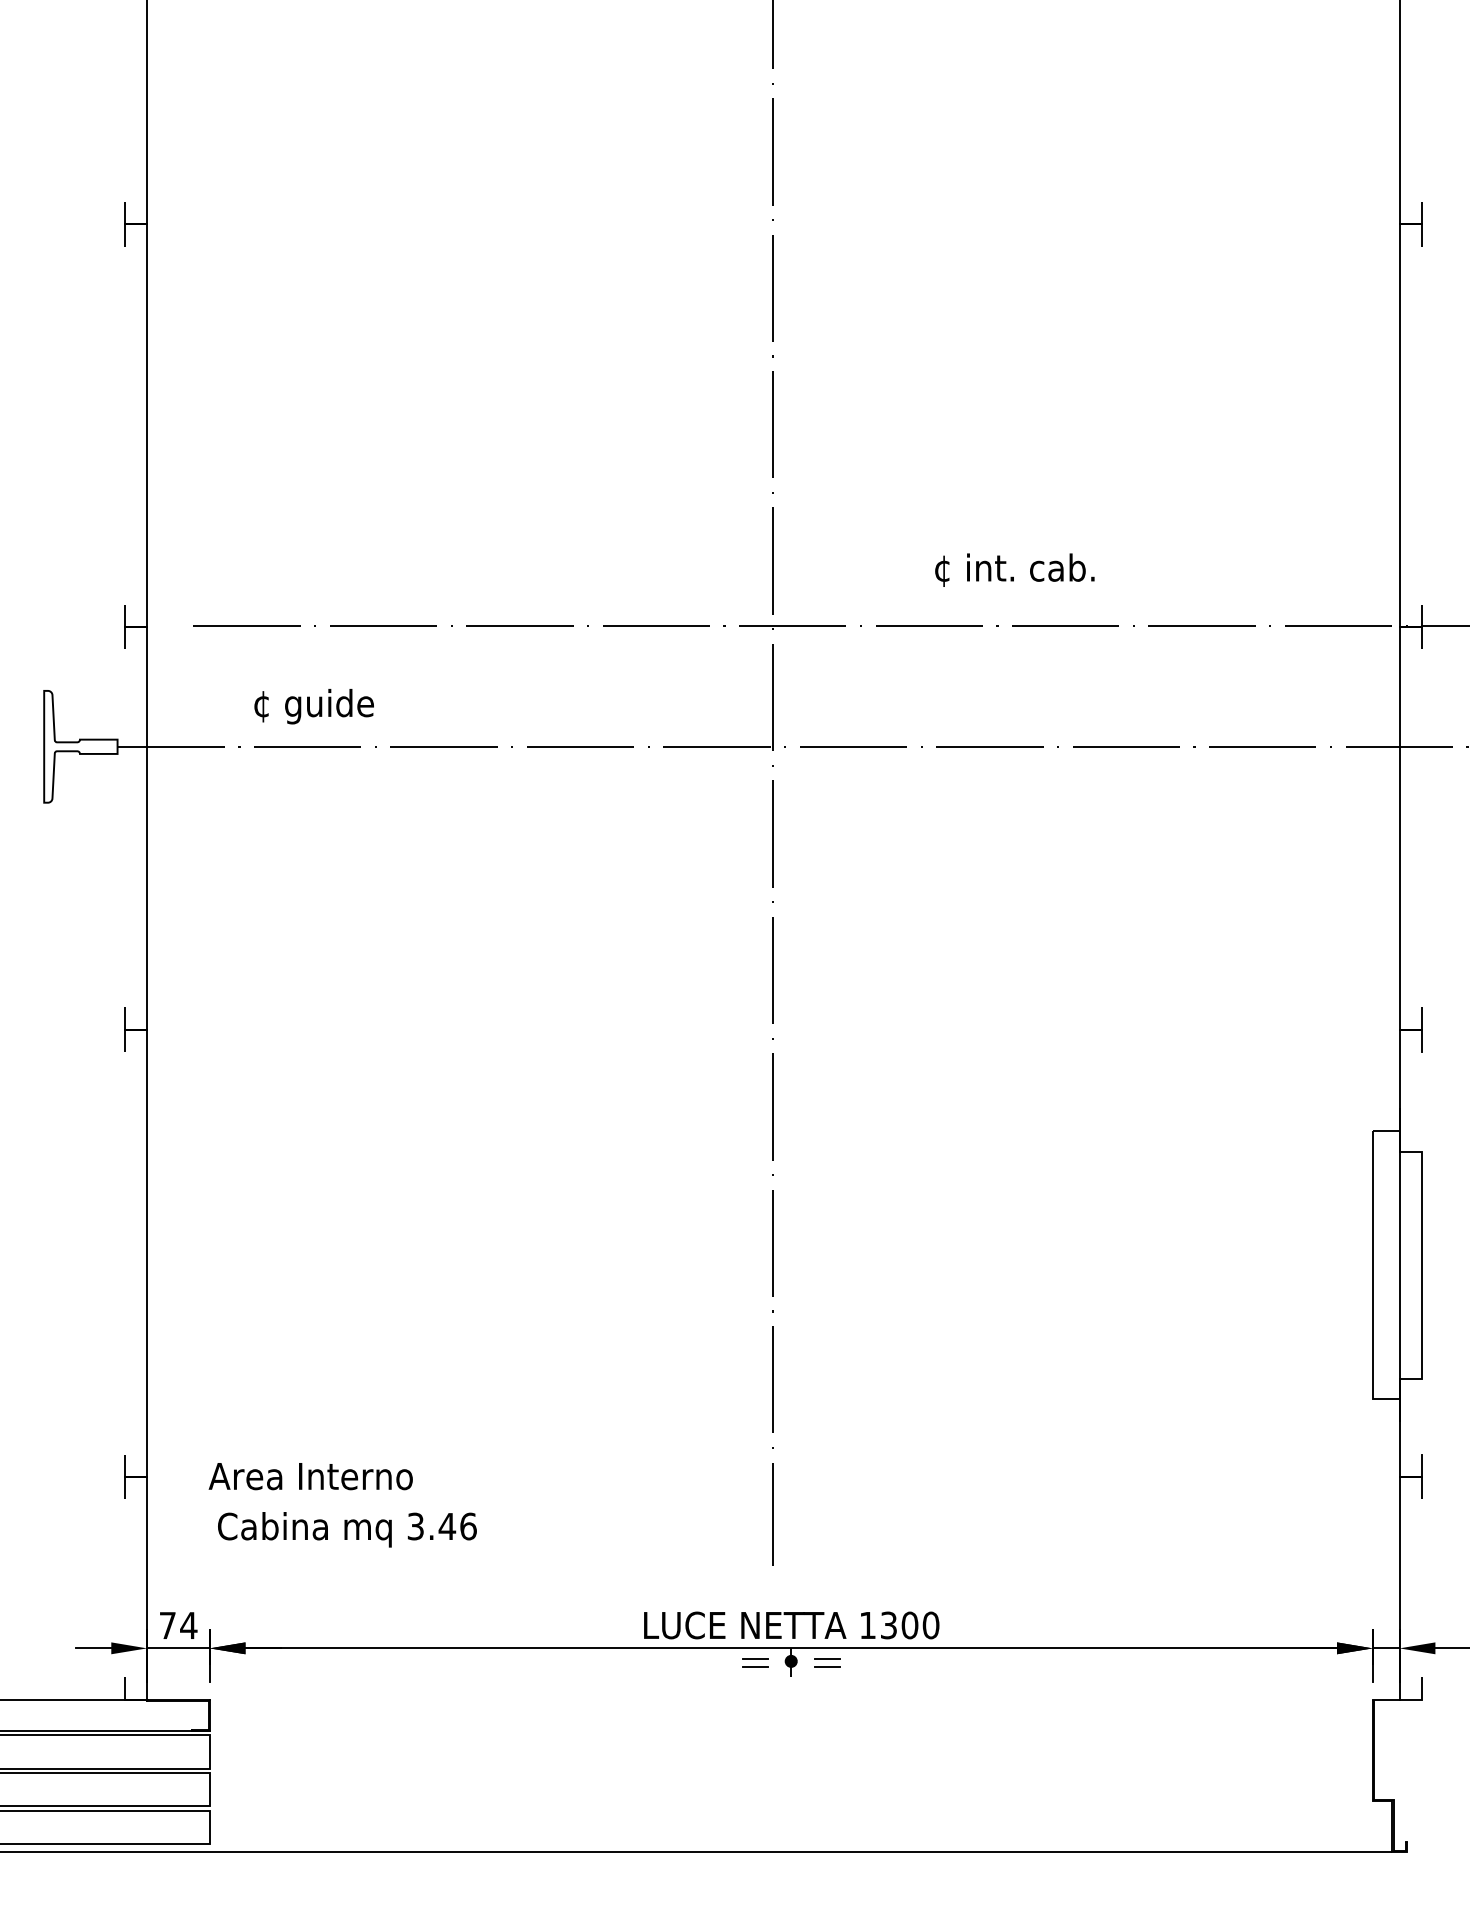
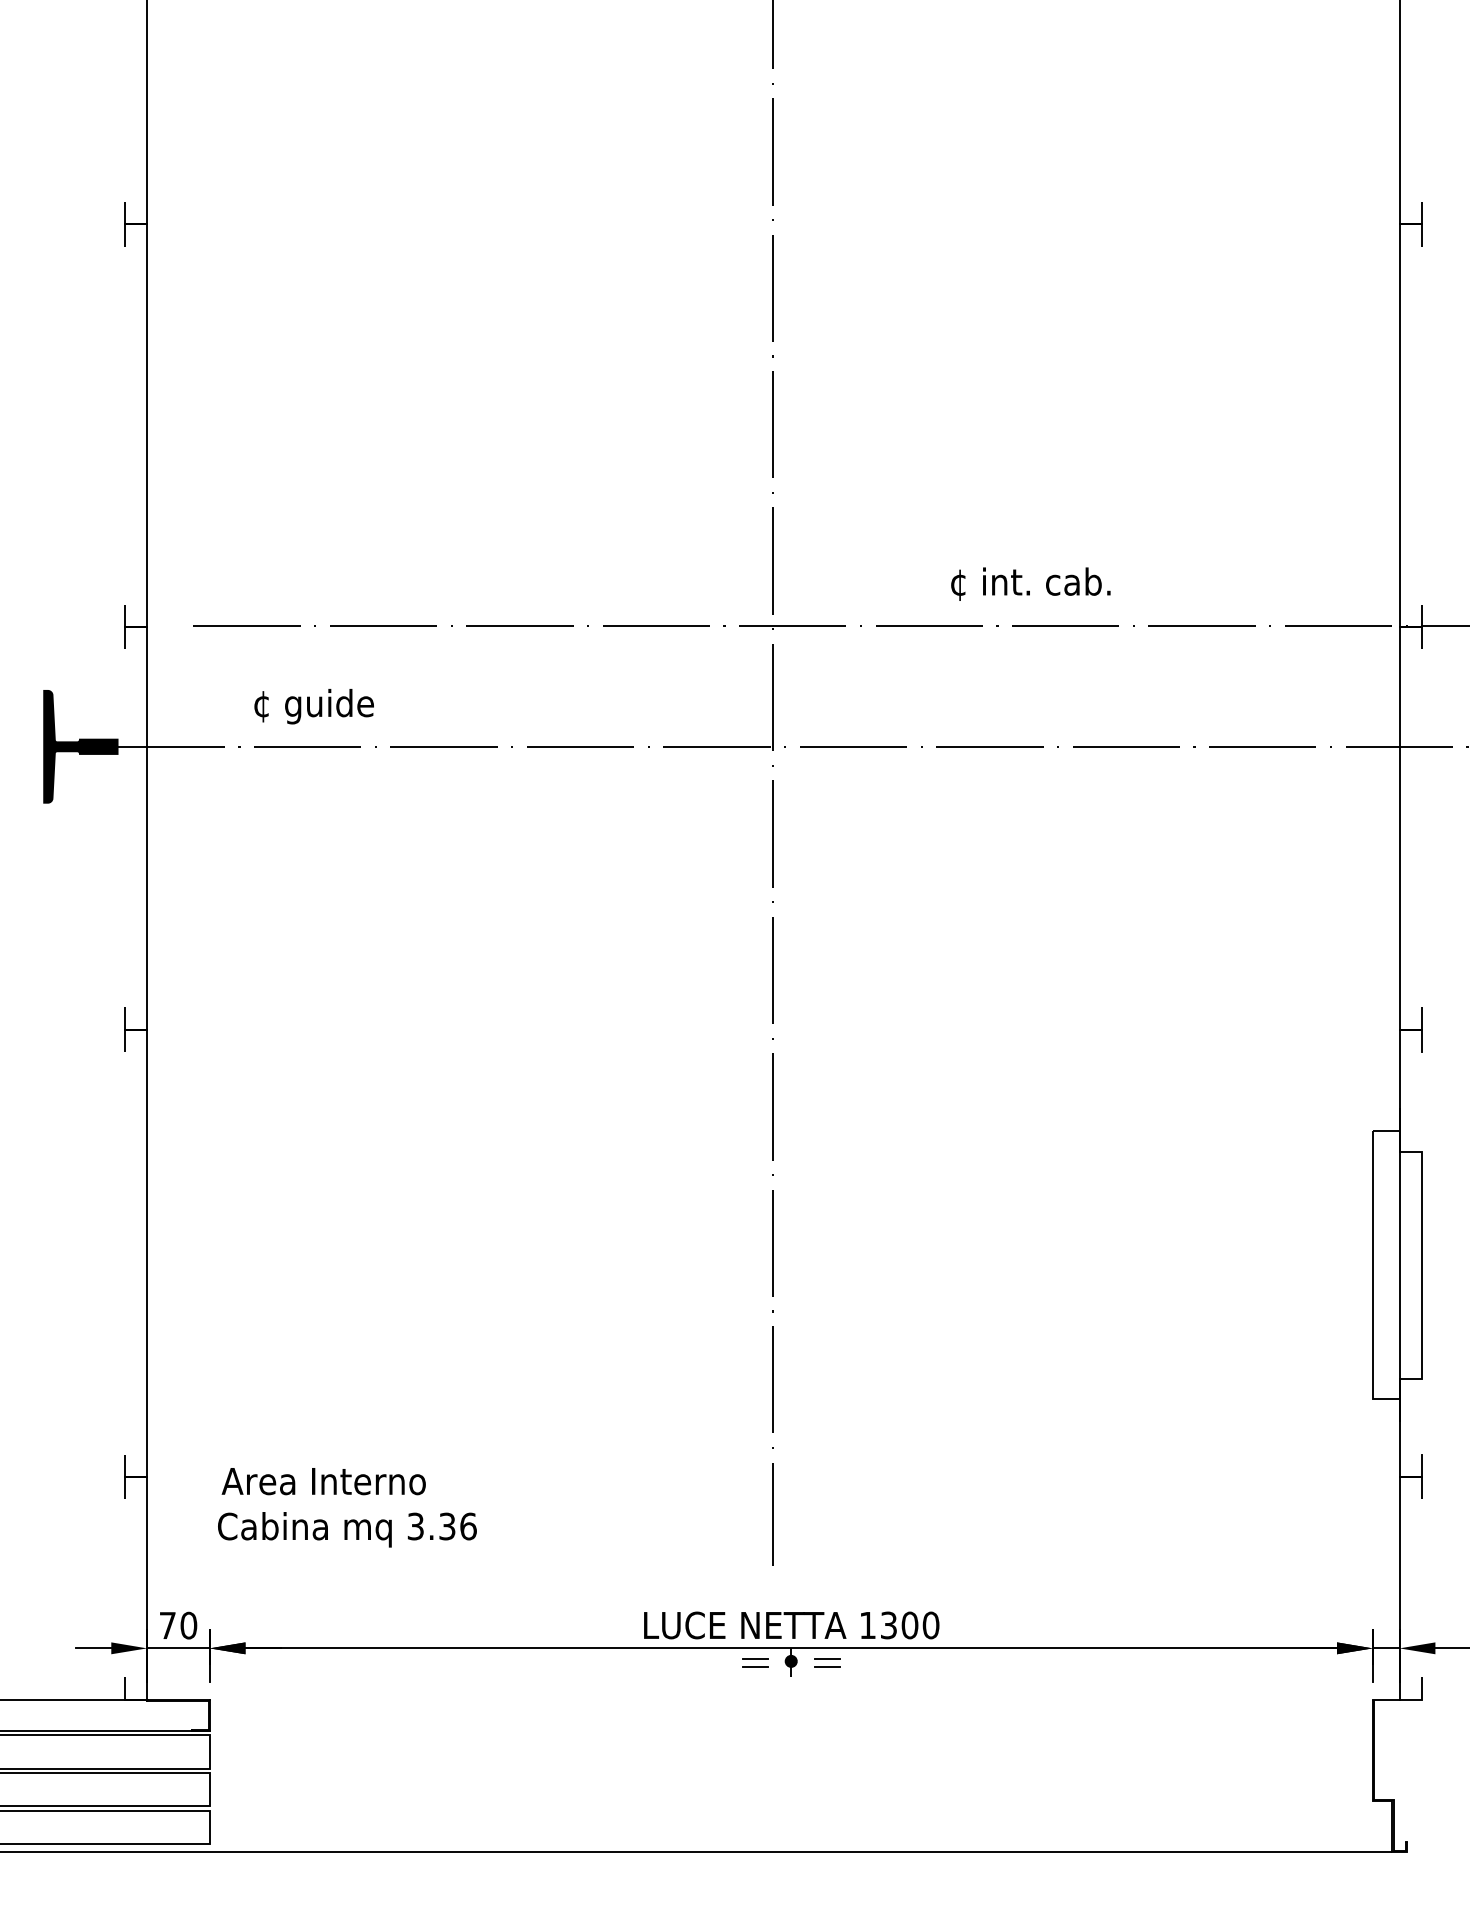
text at (1014, 569) position: (1014, 569) -> (1030, 583)
fill at (80, 746): none -> present
text at (310, 1476) position: (310, 1476) -> (323, 1481)
text at (447, 1526): 3.46 -> 3.36
text at (188, 1625): 74 -> 70
